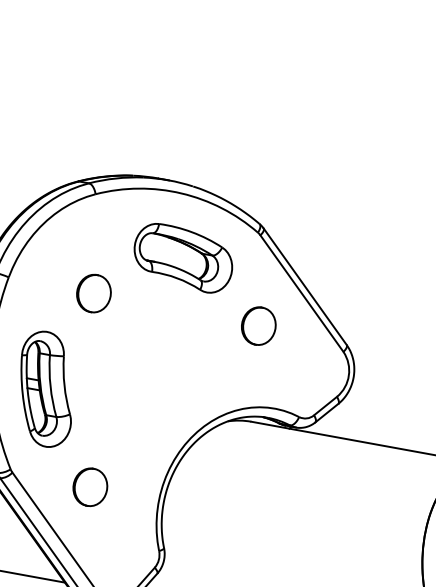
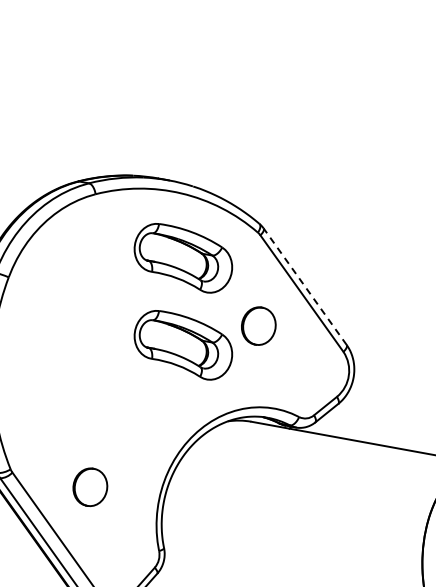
line at (305, 286): solid -> dashed
part at (93, 293): present -> none
part at (183, 345): none -> present
part at (45, 388): present -> none
line at (33, 576): present -> none
